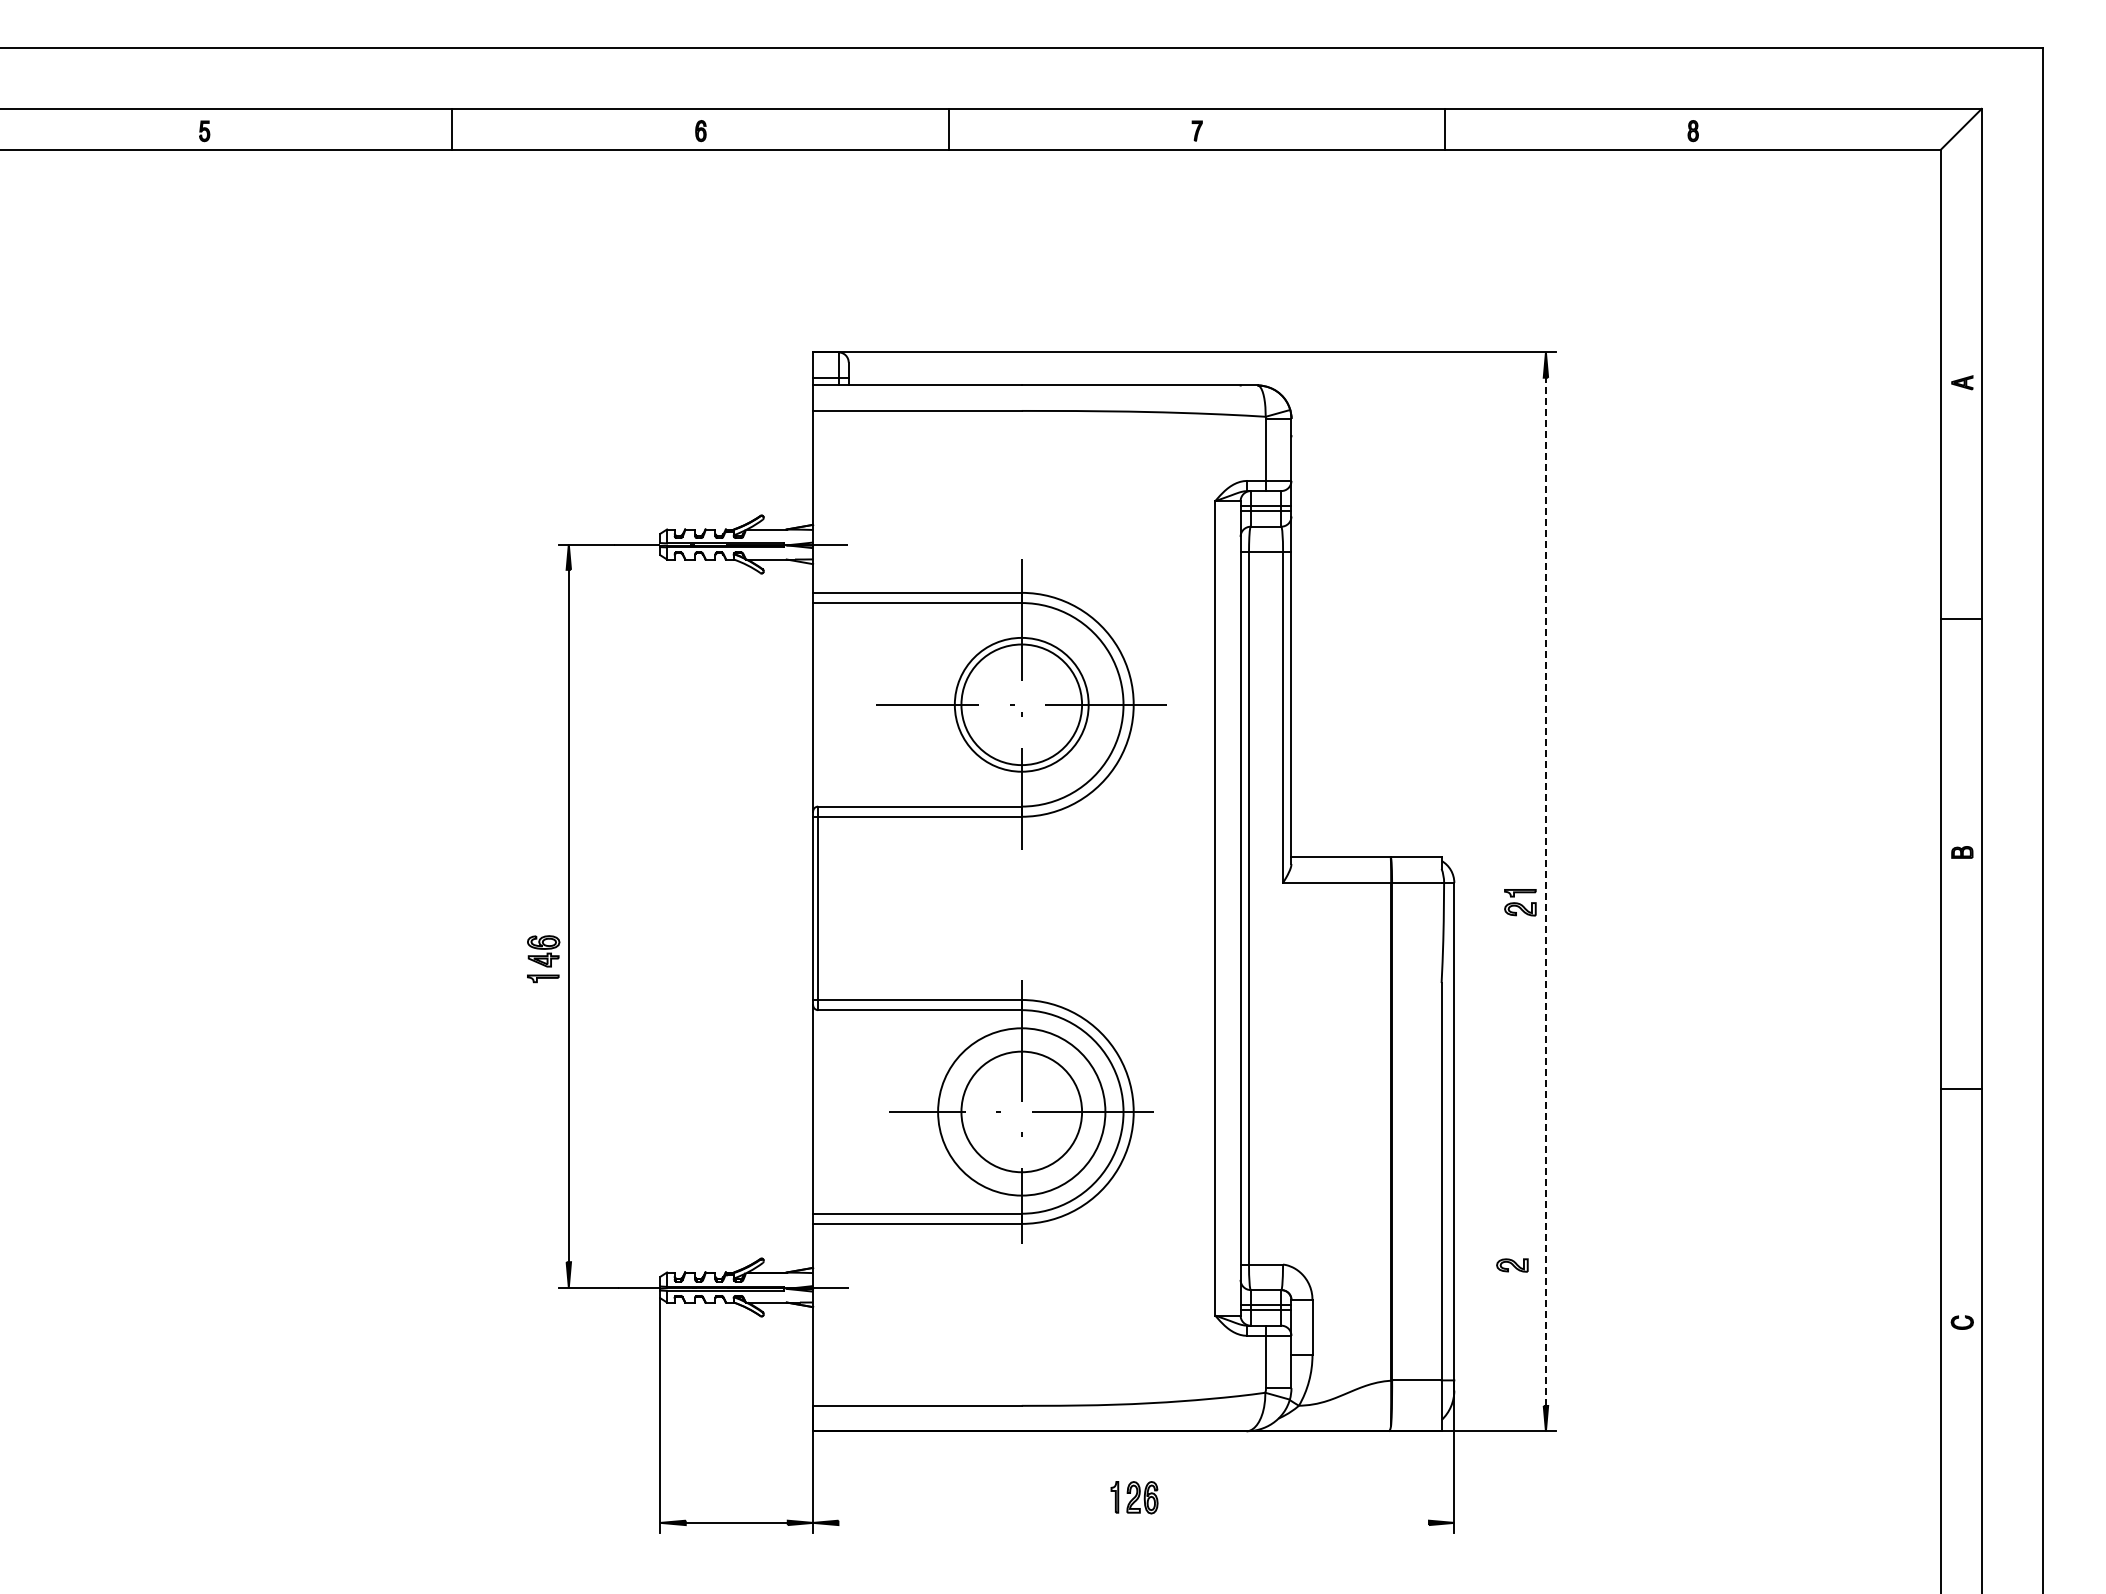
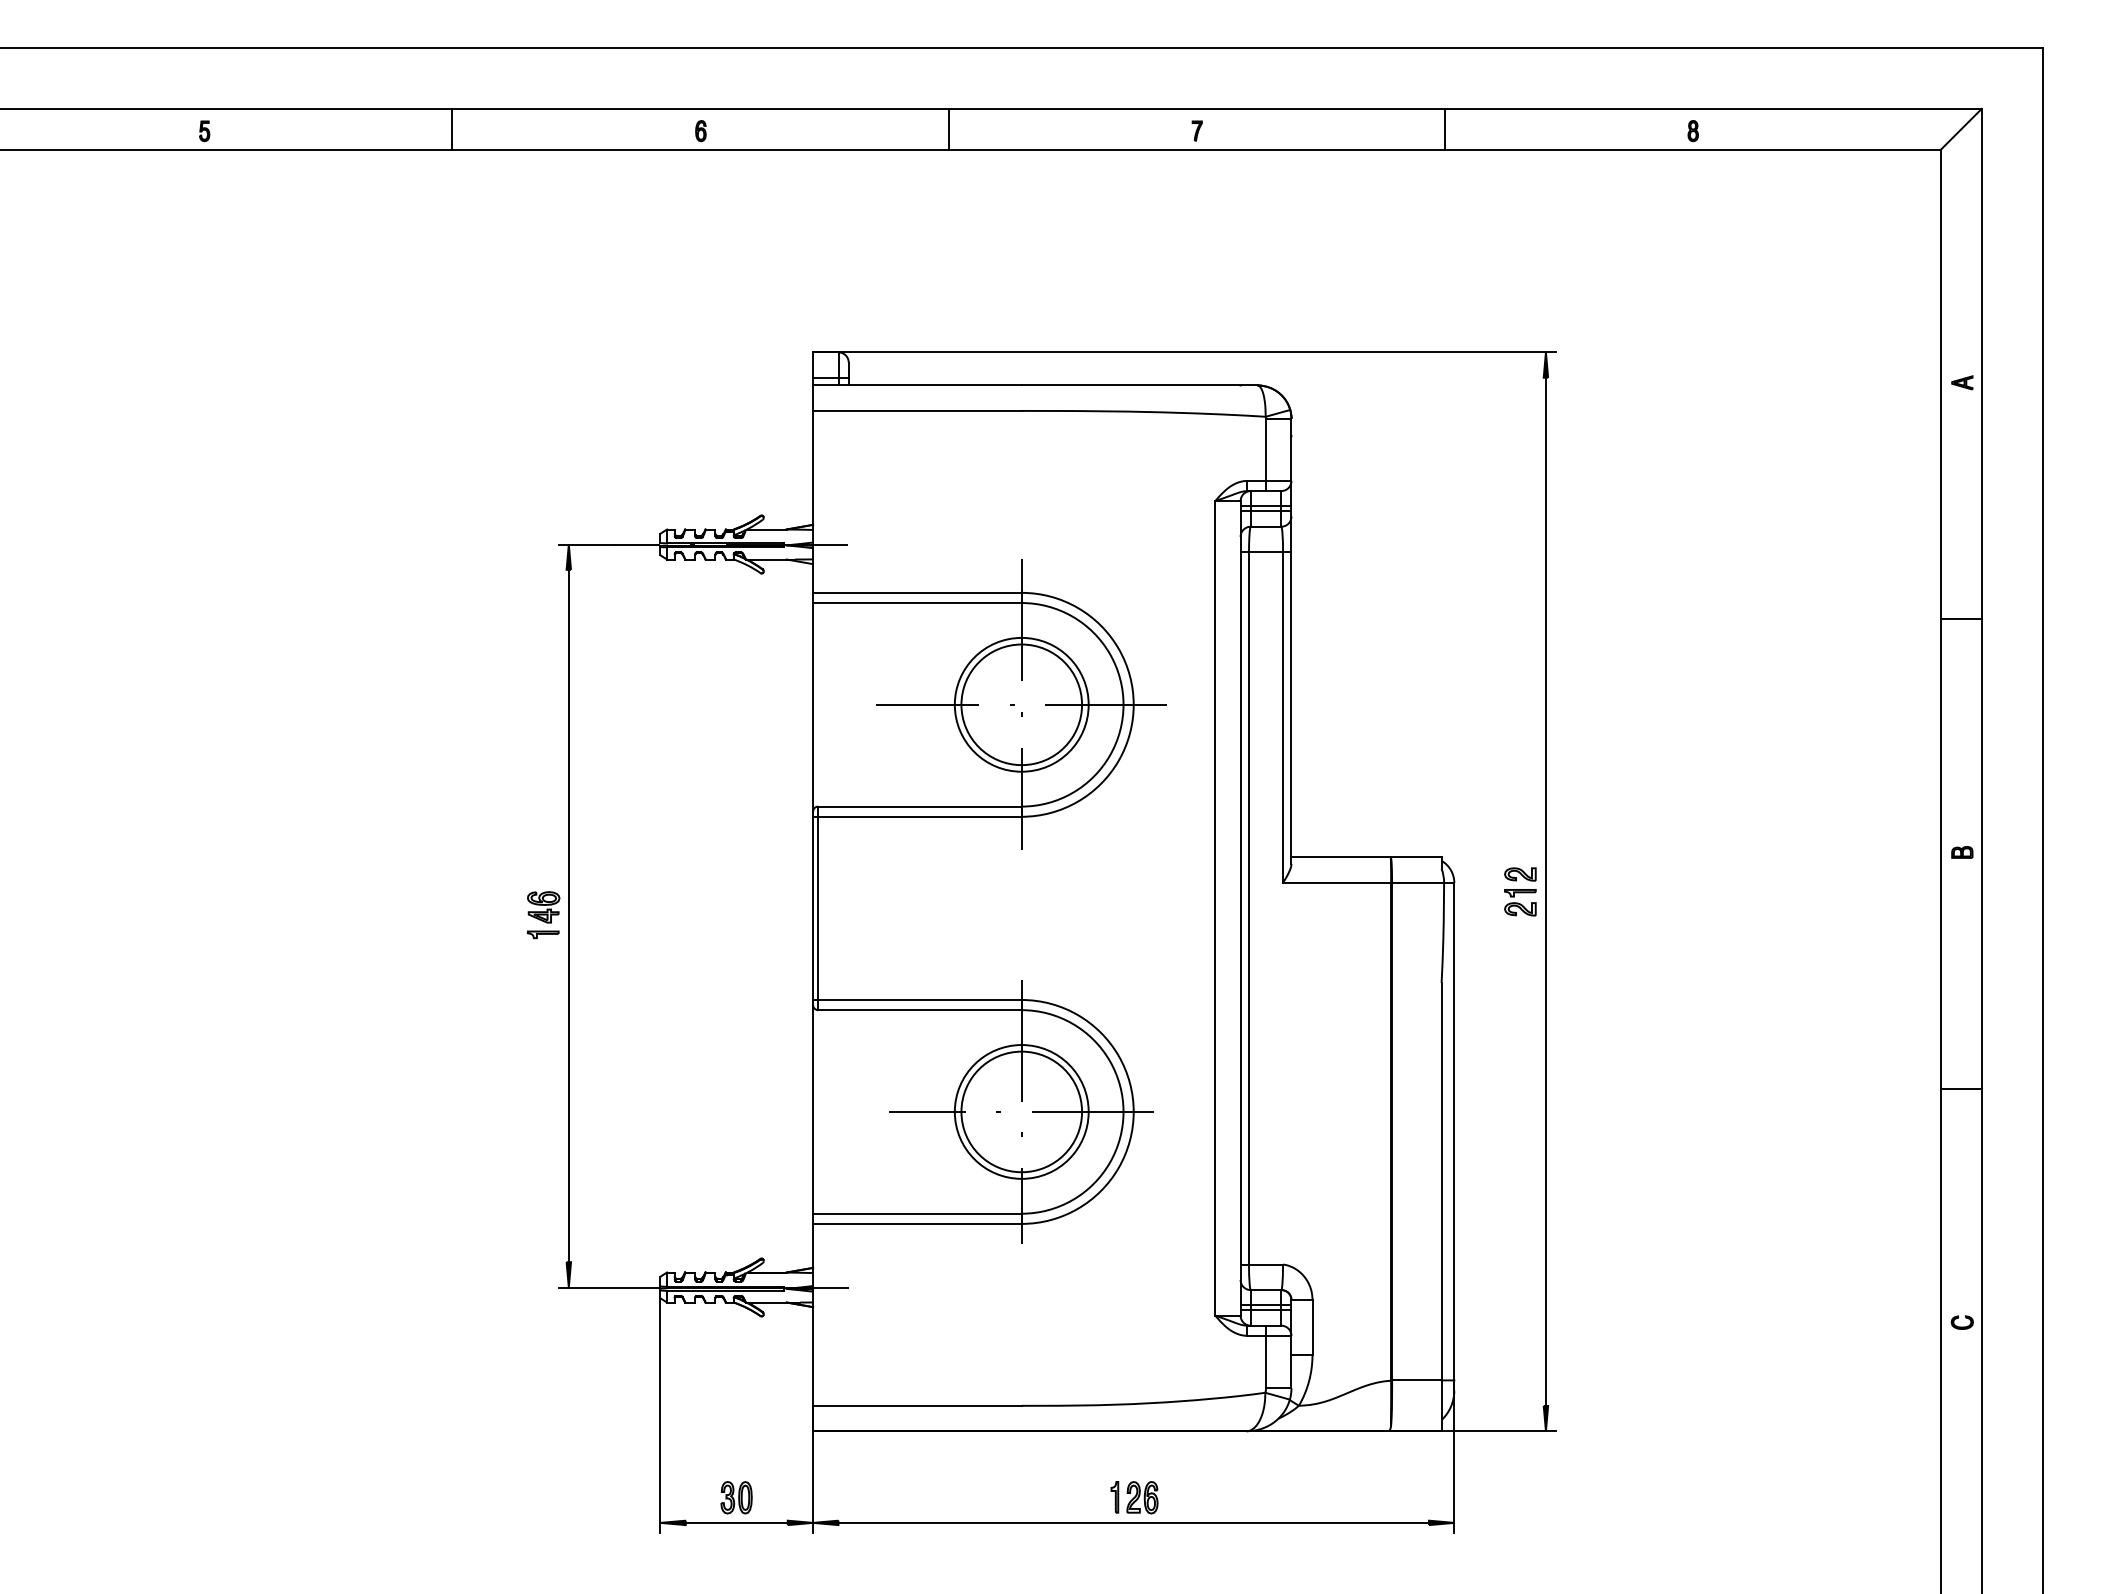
line at (1545, 891): dashed -> solid
part at (543, 959) position: (543, 959) -> (543, 915)
circle at (1021, 1111) diameter: 167 px -> 134 px
part at (1512, 1265) position: (1512, 1265) -> (1520, 874)
part at (736, 1497): none -> present
line at (1133, 1522): none -> present
